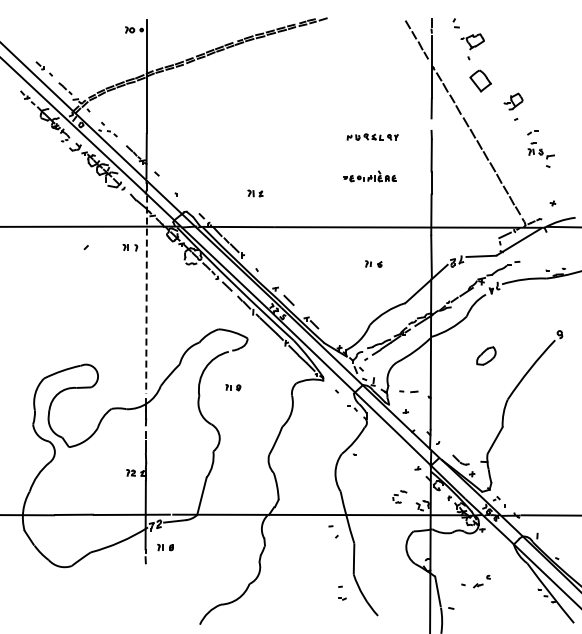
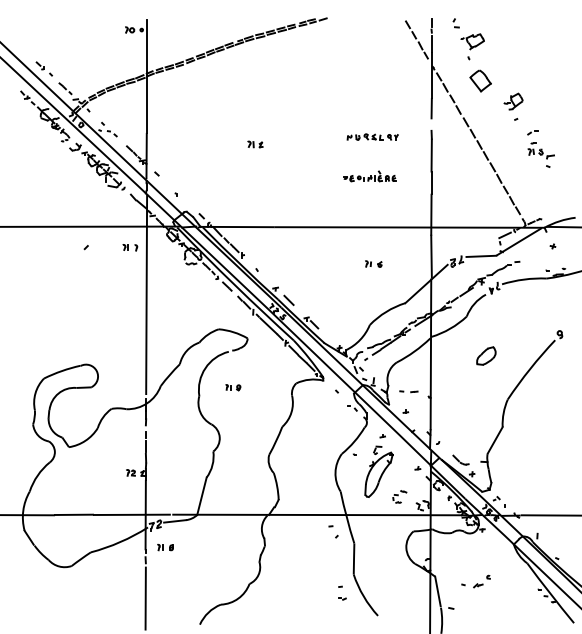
part at (255, 193) position: (255, 193) -> (255, 144)
part at (552, 203) position: (552, 203) -> (552, 246)
line at (146, 295): dashed -> solid
part at (378, 465): none -> present
line at (145, 598): none -> present
